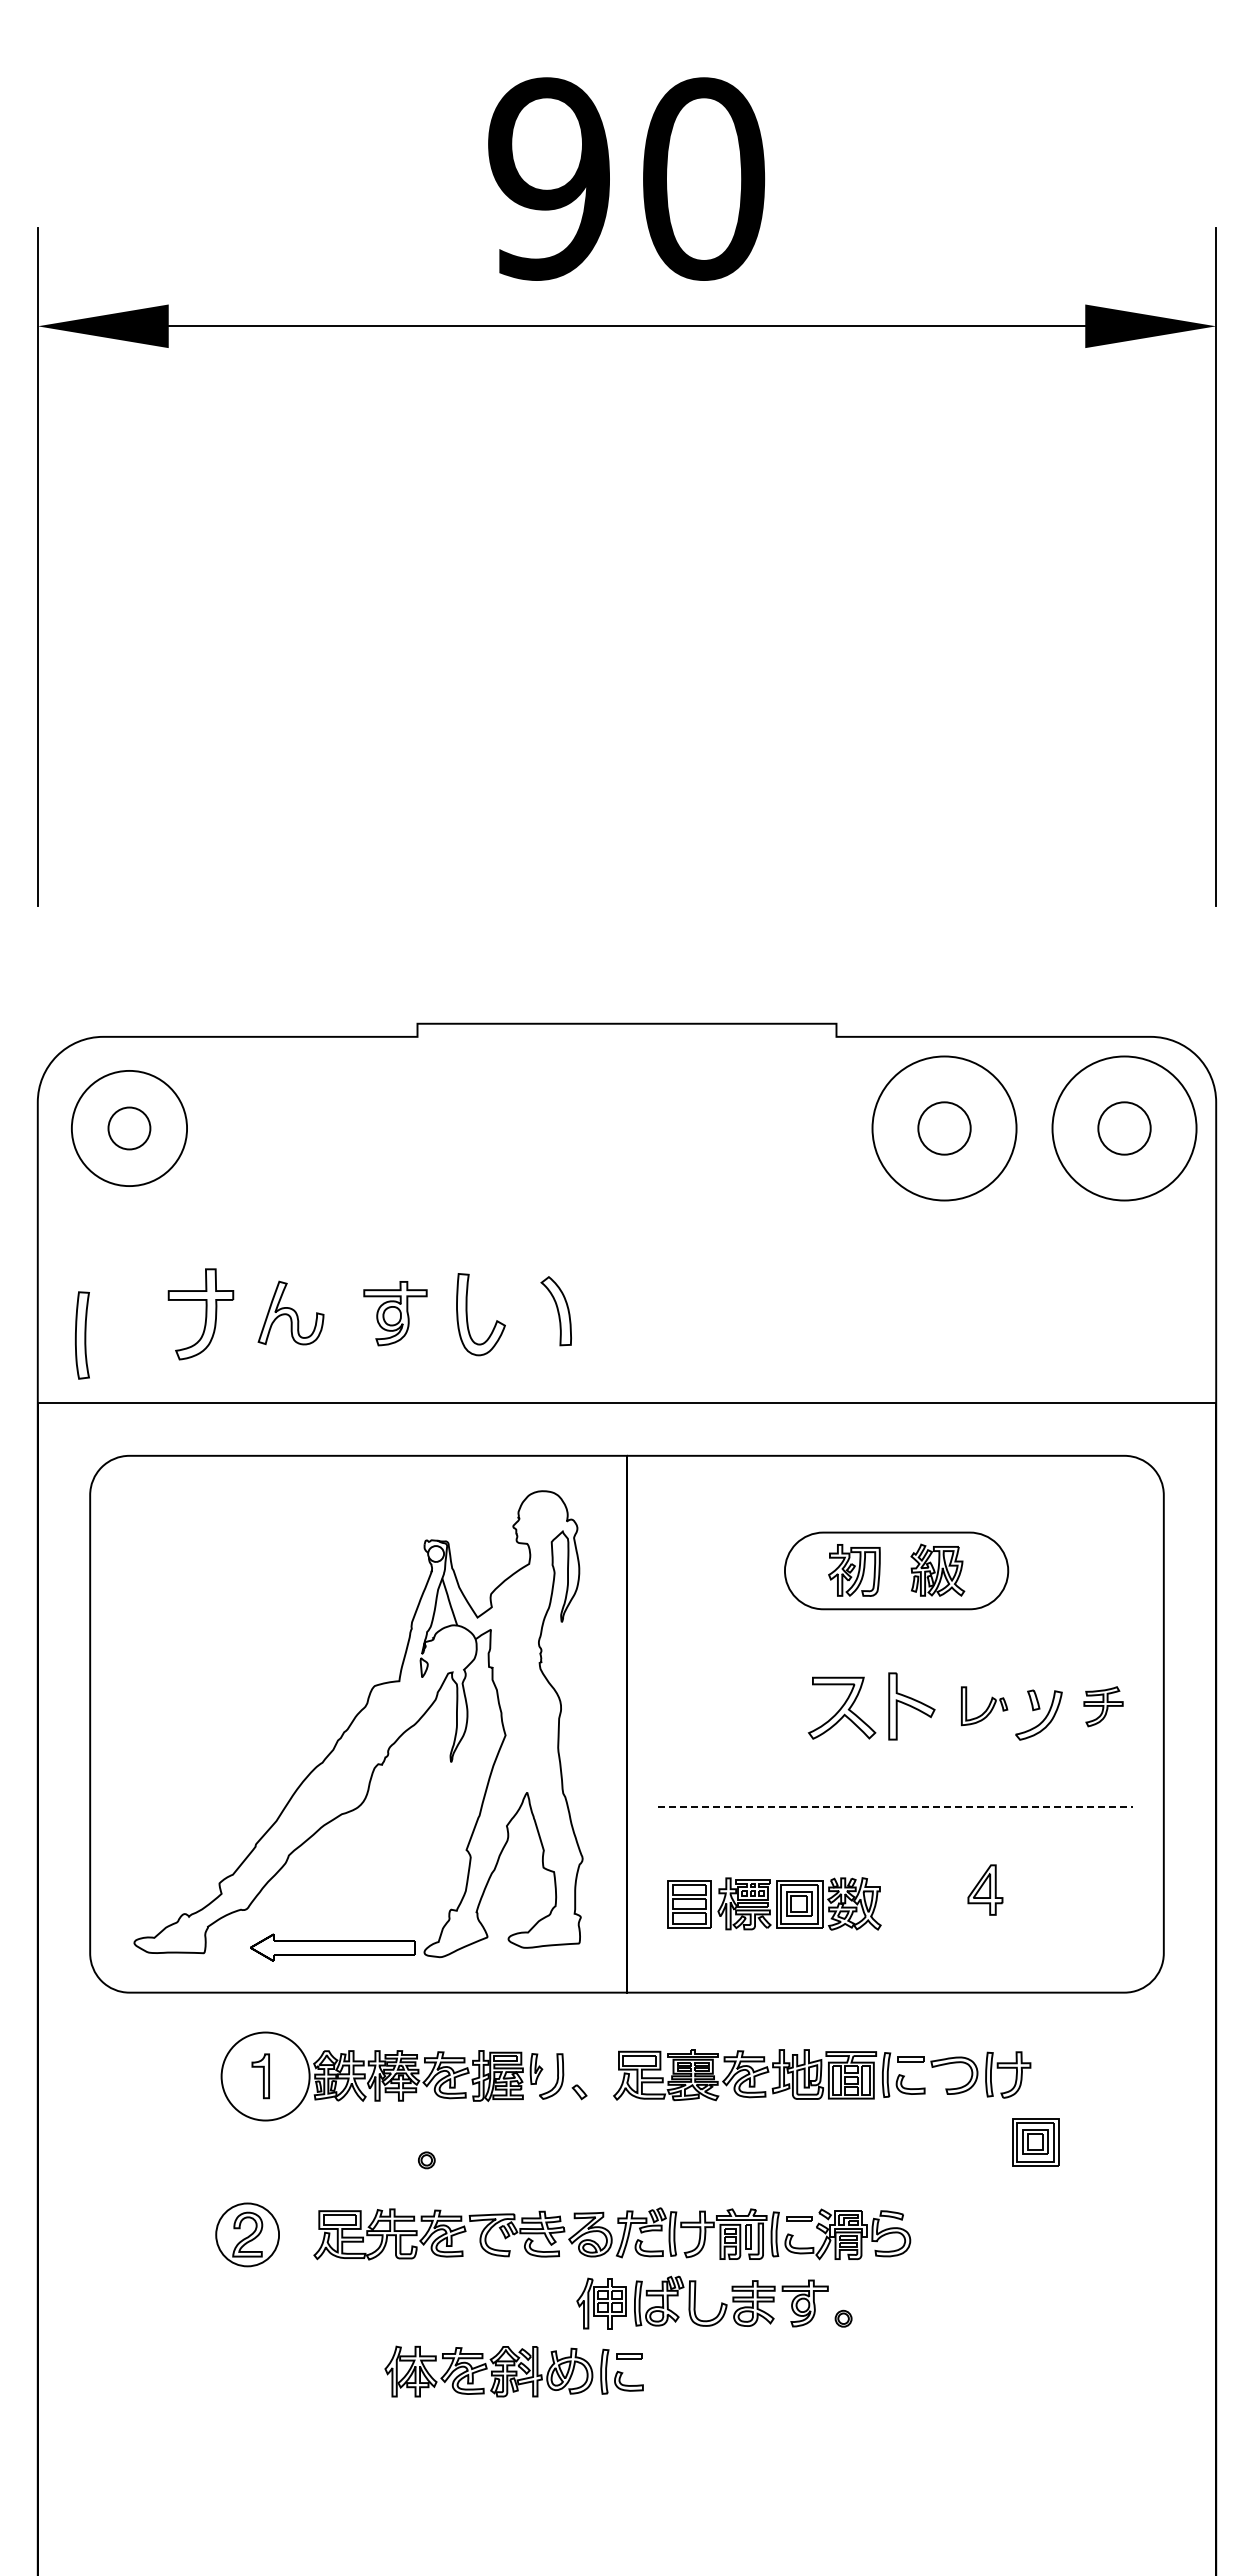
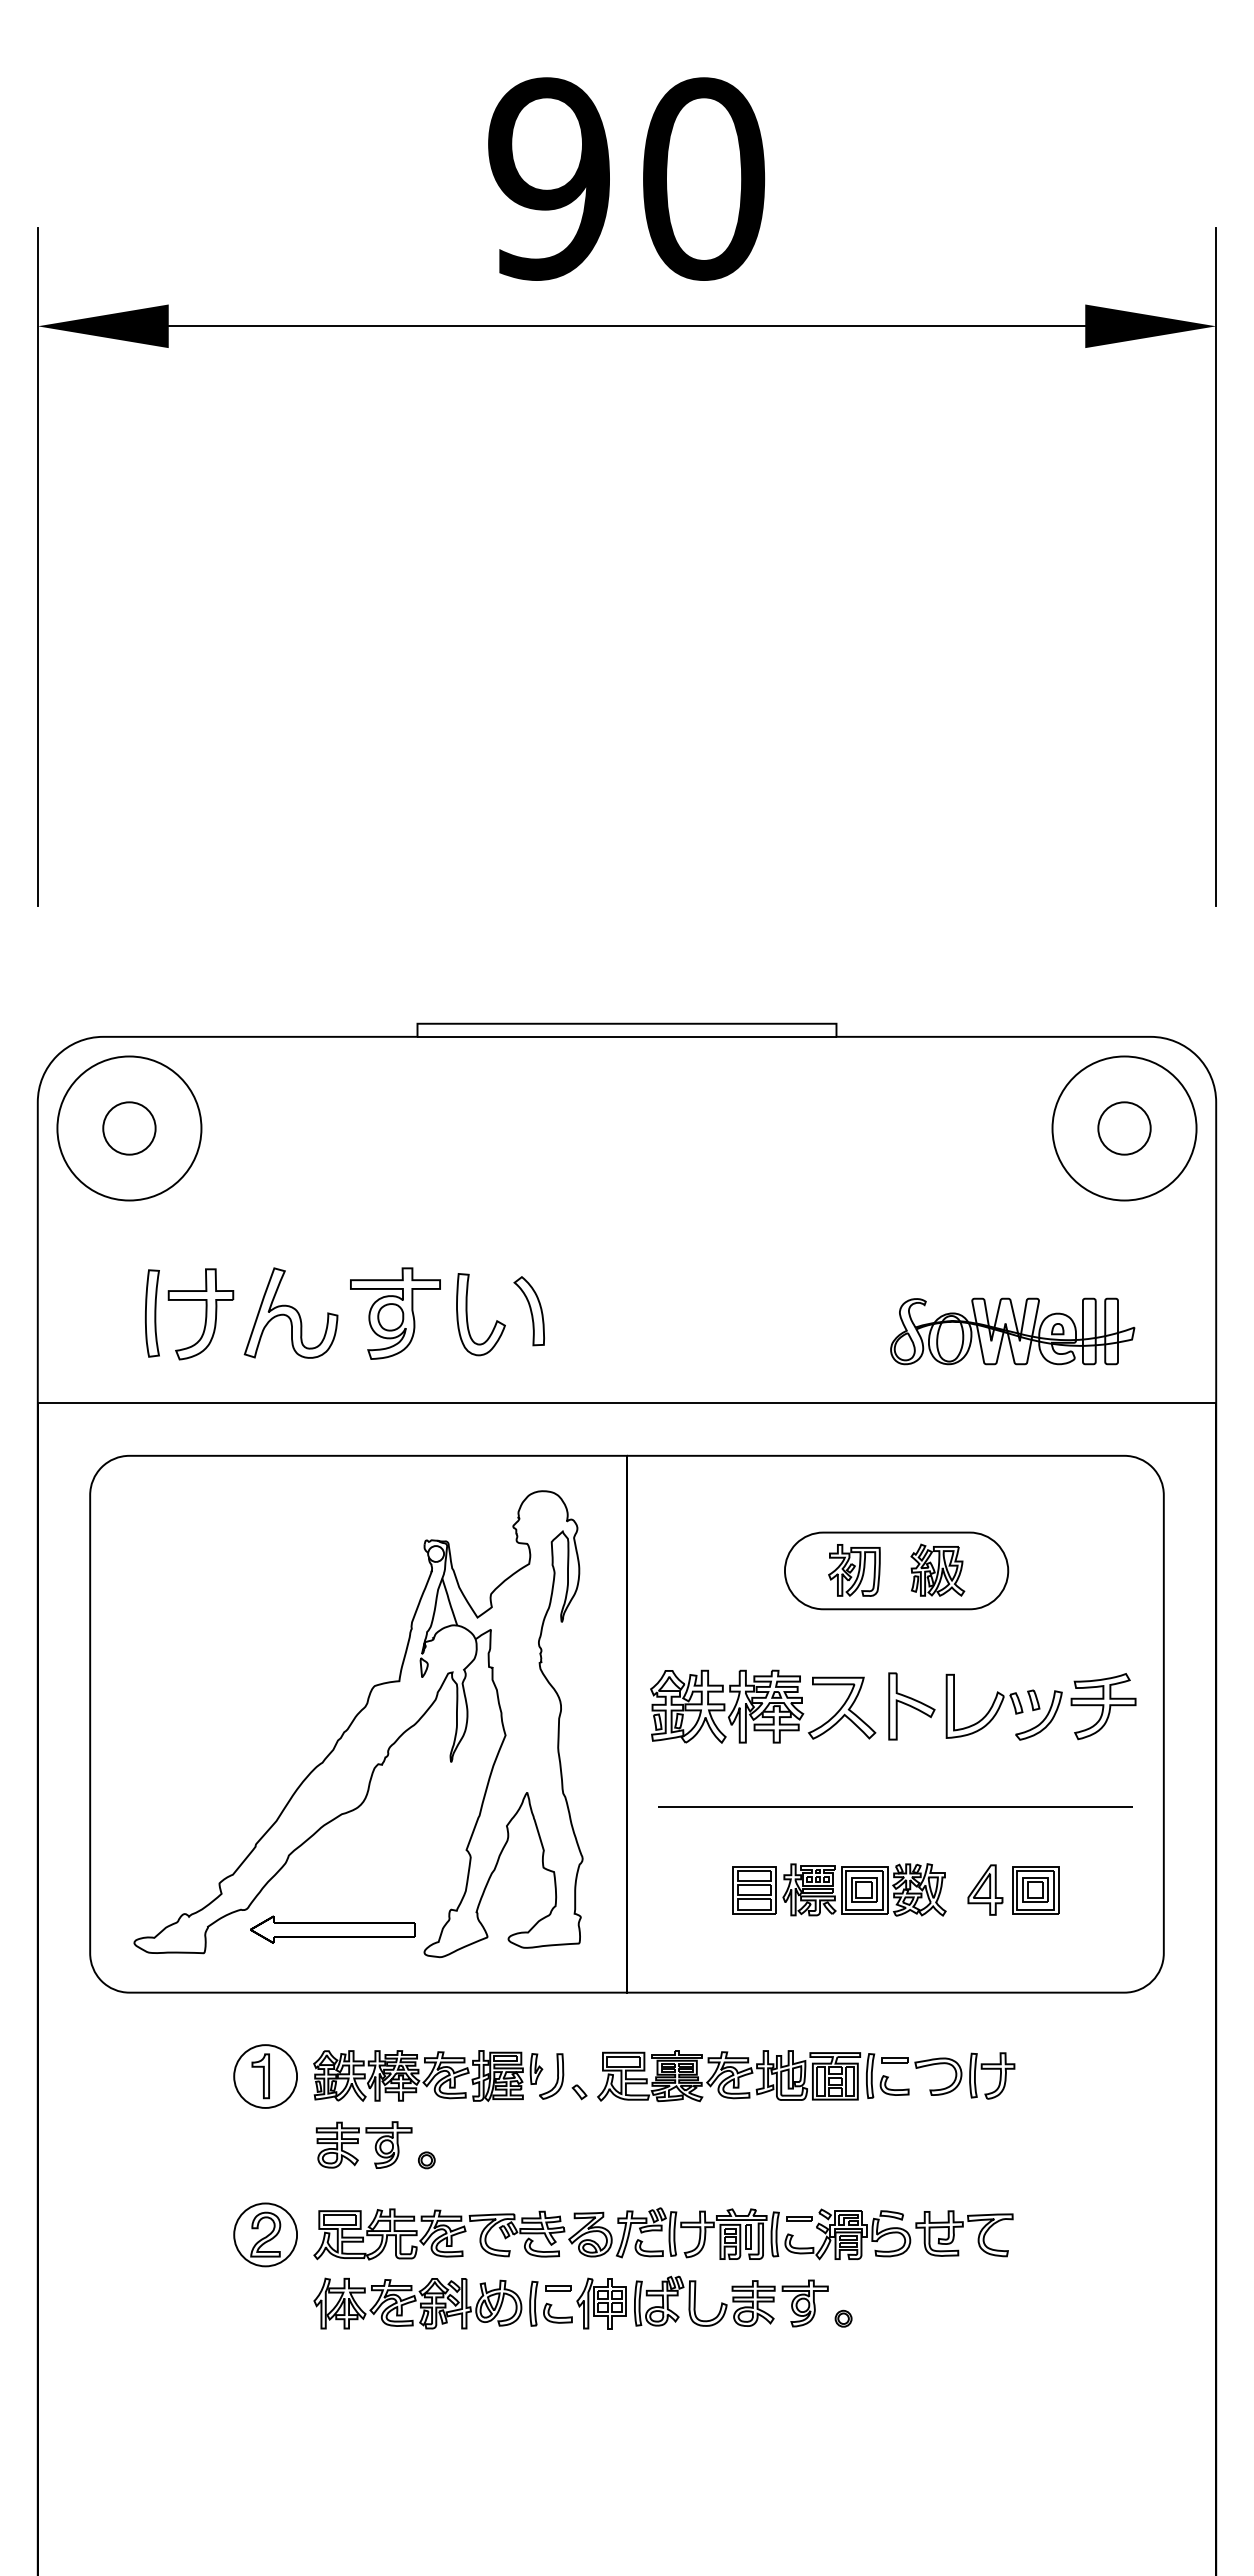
line at (626, 1036): none -> present
part at (129, 1128) size: 117x117 px -> 147x147 px
part at (944, 1128): present -> none
part at (555, 1311) position: (555, 1311) -> (528, 1311)
part at (290, 1312) size: 68x66 px -> 96x92 px
part at (395, 1313) size: 65x66 px -> 91x93 px
part at (1012, 1331): none -> present
part at (81, 1335) position: (81, 1335) -> (151, 1313)
part at (727, 1706): none -> present
part at (984, 1706) size: 48x41 px -> 79x66 px
part at (1103, 1706) size: 41x42 px -> 67x68 px
line at (895, 1807): dashed -> solid
part at (774, 1903) position: (774, 1903) -> (839, 1889)
part at (332, 1947) position: (332, 1947) -> (332, 1929)
part at (822, 2075) position: (822, 2075) -> (806, 2076)
circle at (265, 2076) diameter: 88 px -> 63 px
part at (1035, 2142) position: (1035, 2142) -> (1035, 1890)
part at (363, 2144): none -> present
part at (963, 2227): none -> present
part at (247, 2234) position: (247, 2234) -> (265, 2234)
part at (513, 2371) position: (513, 2371) -> (442, 2303)
